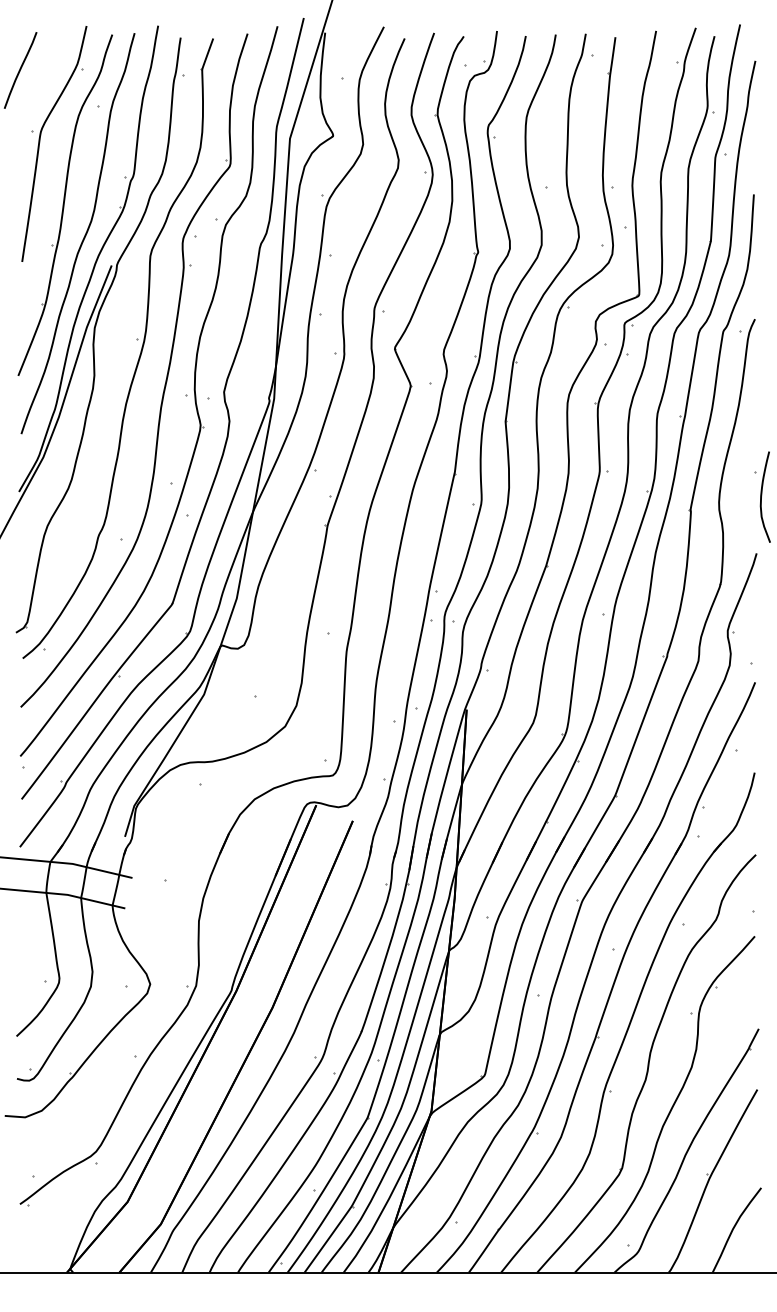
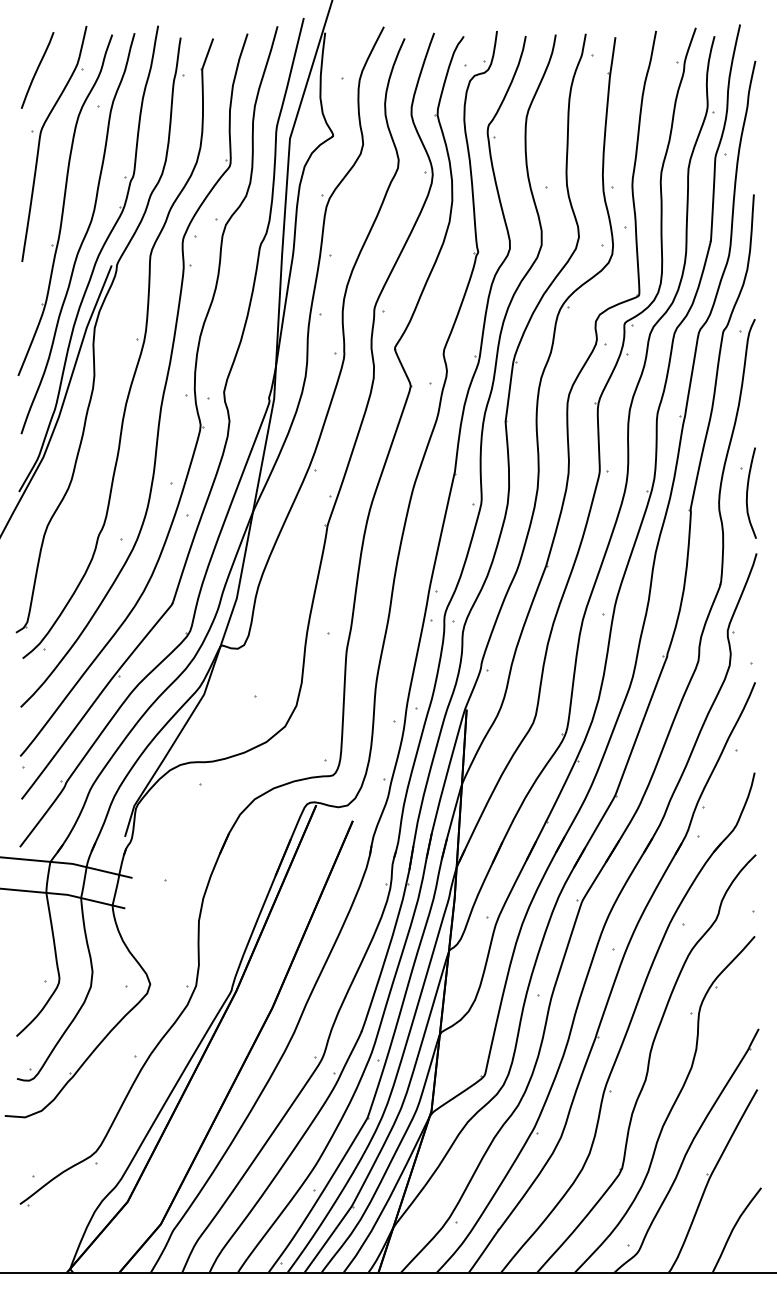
curve at (20, 70) position: (20, 70) -> (37, 70)
part at (762, 496) position: (762, 496) -> (748, 492)
